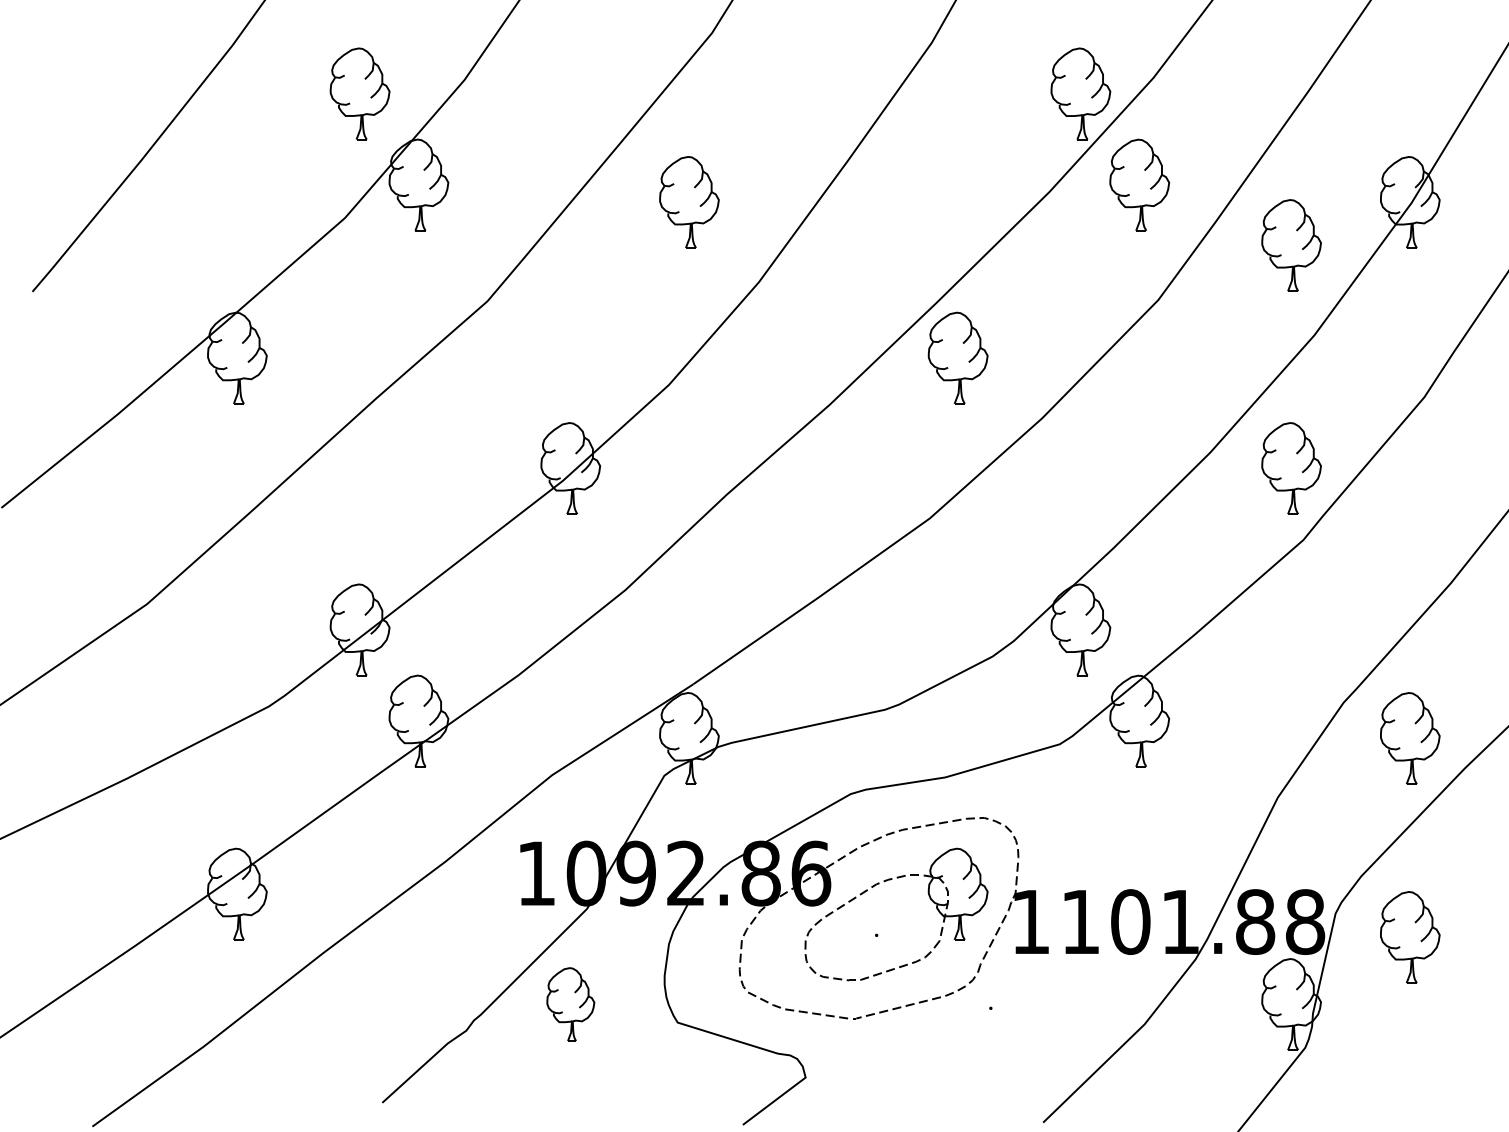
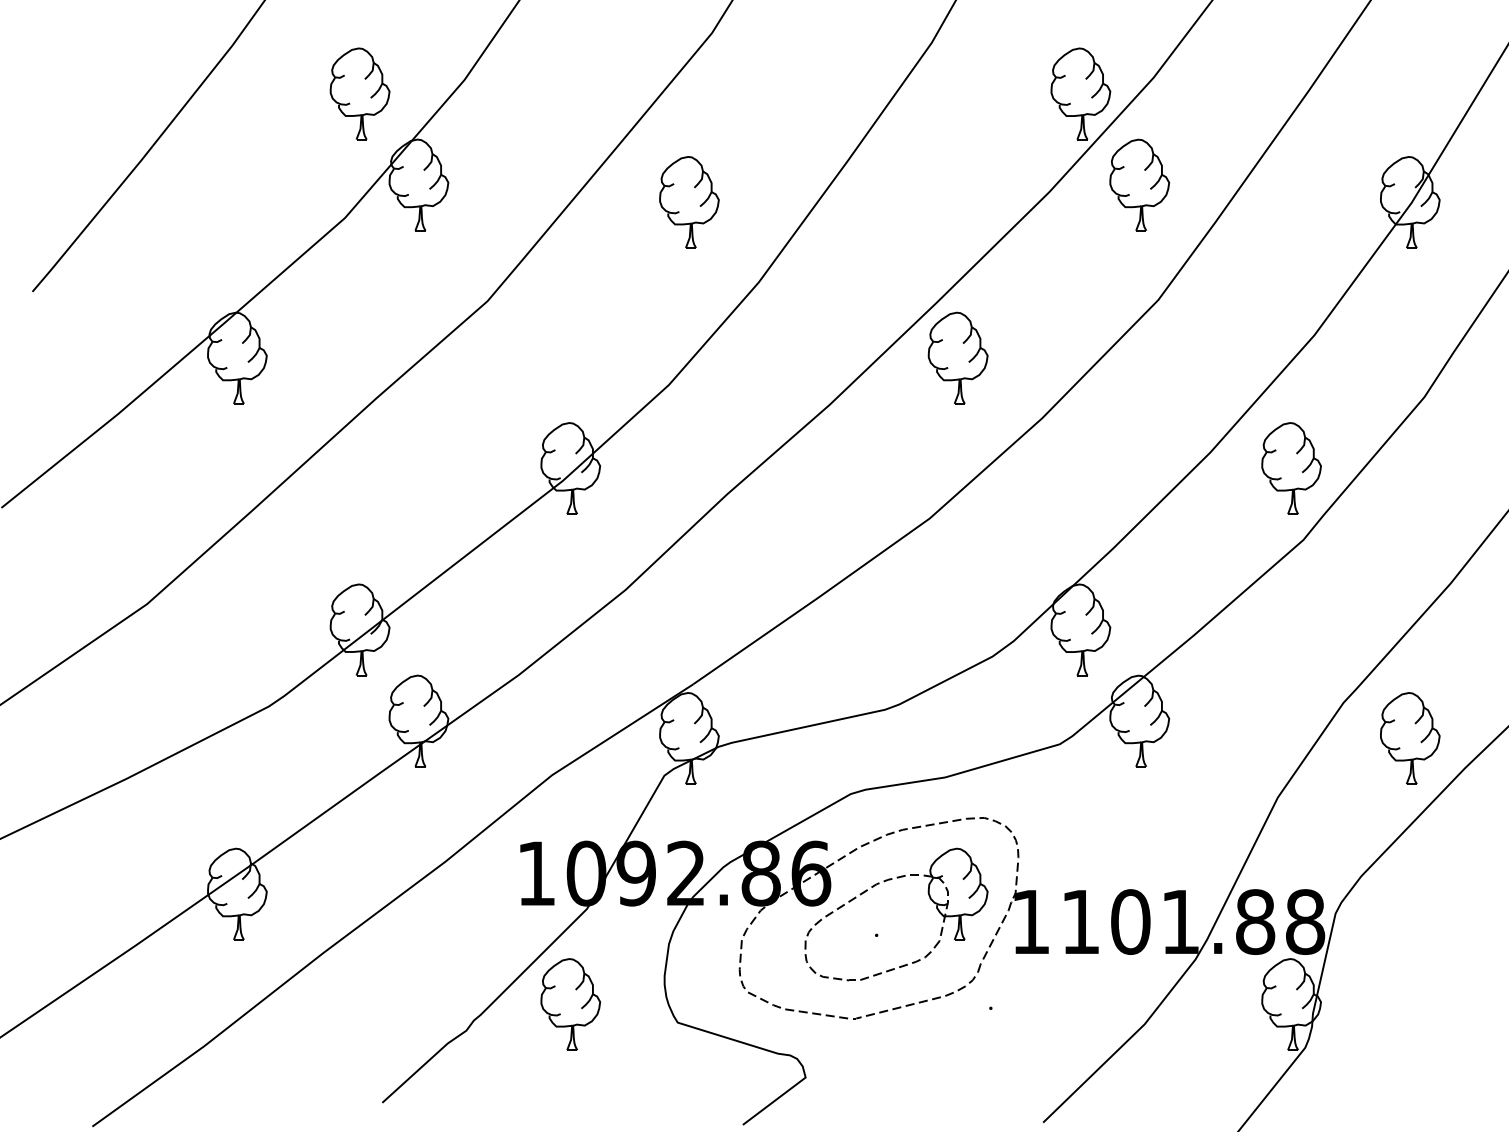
part at (1291, 245): present -> none
part at (1410, 937): present -> none
part at (570, 1004) size: 50x75 px -> 62x93 px
